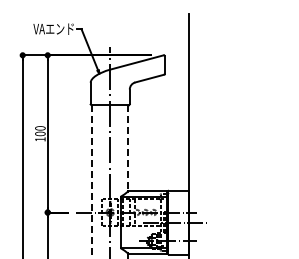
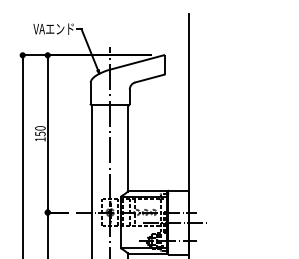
text at (40, 133): 100 -> 150
line at (127, 149): dashed -> solid
line at (92, 182): dashed -> solid
